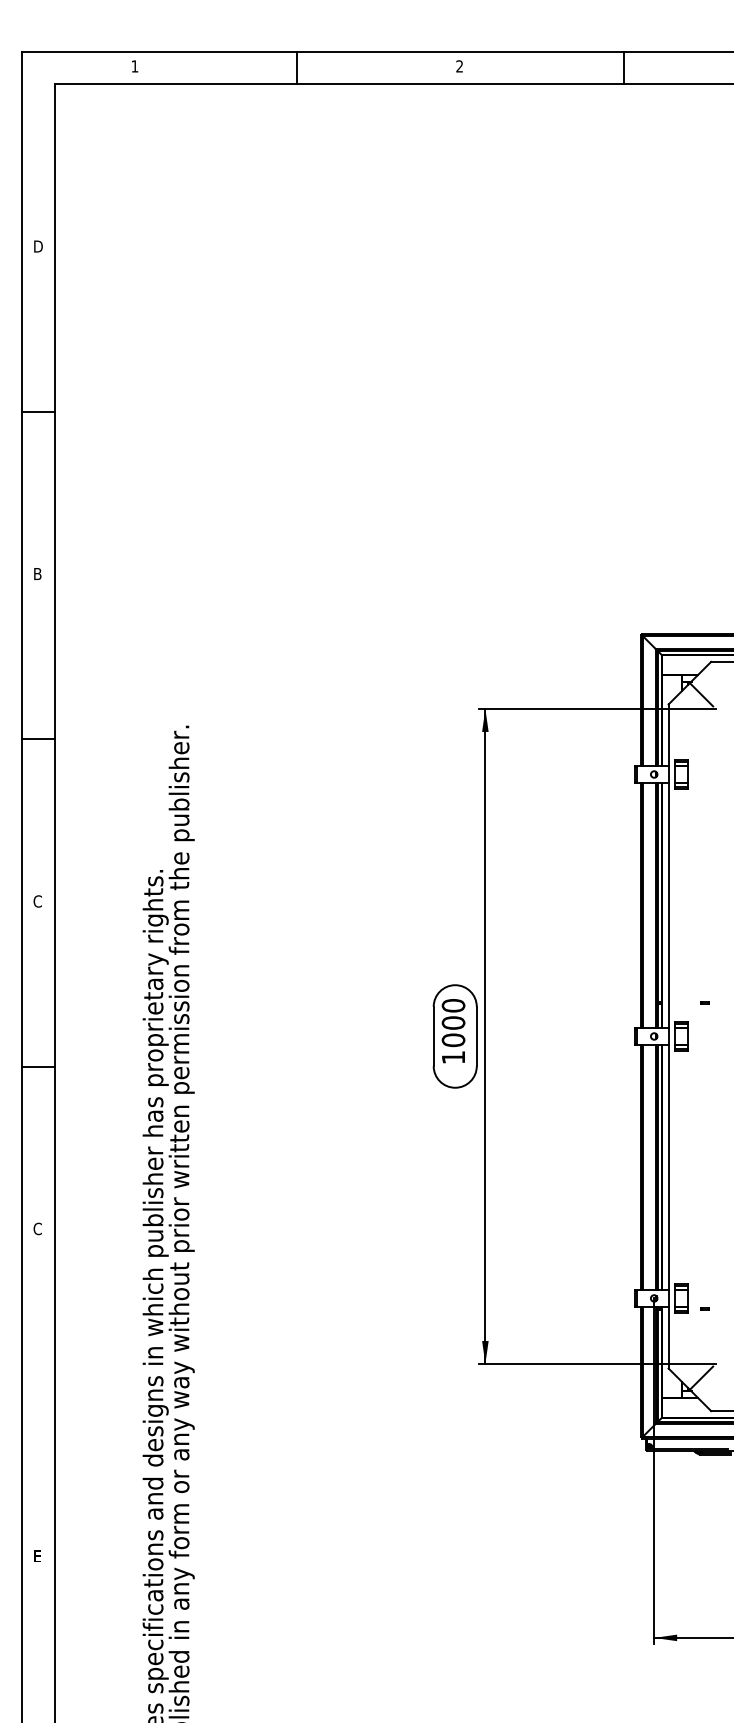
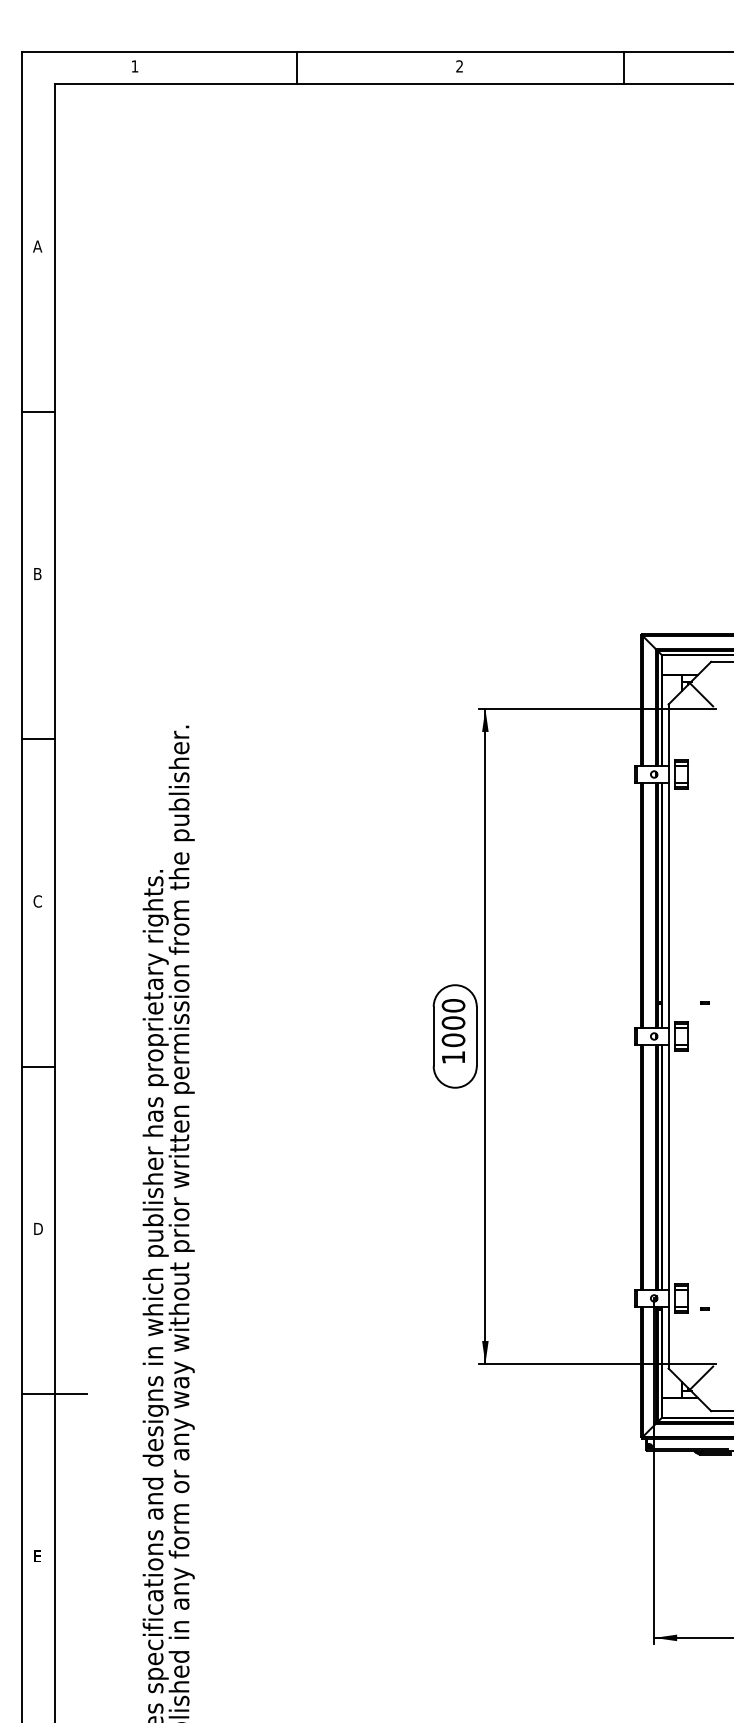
text at (37, 246): D -> A
text at (37, 1228): C -> D
line at (54, 1394): none -> present
